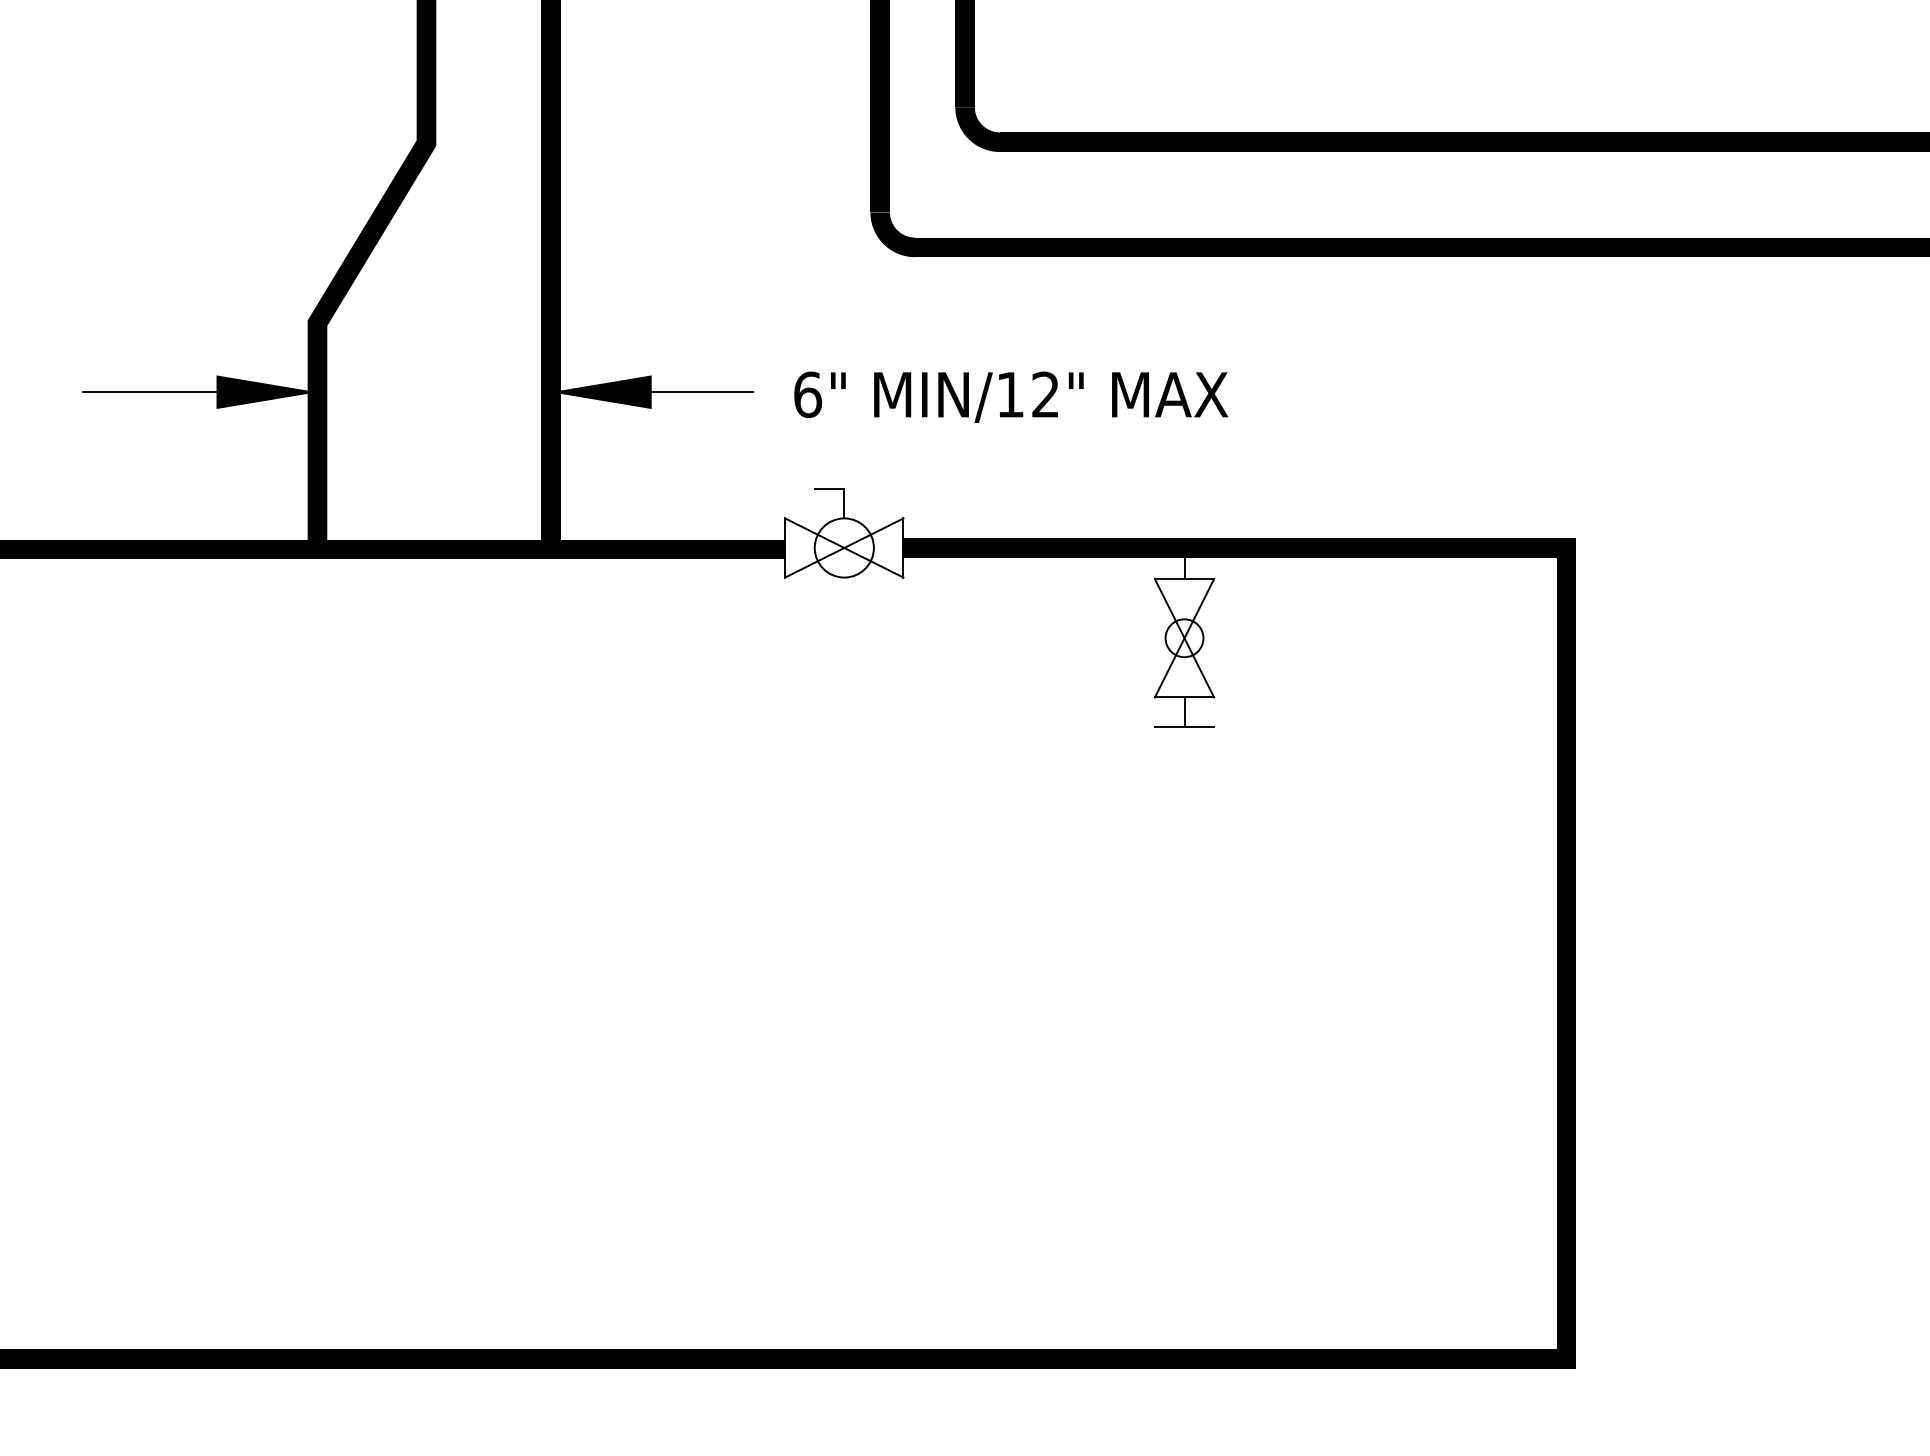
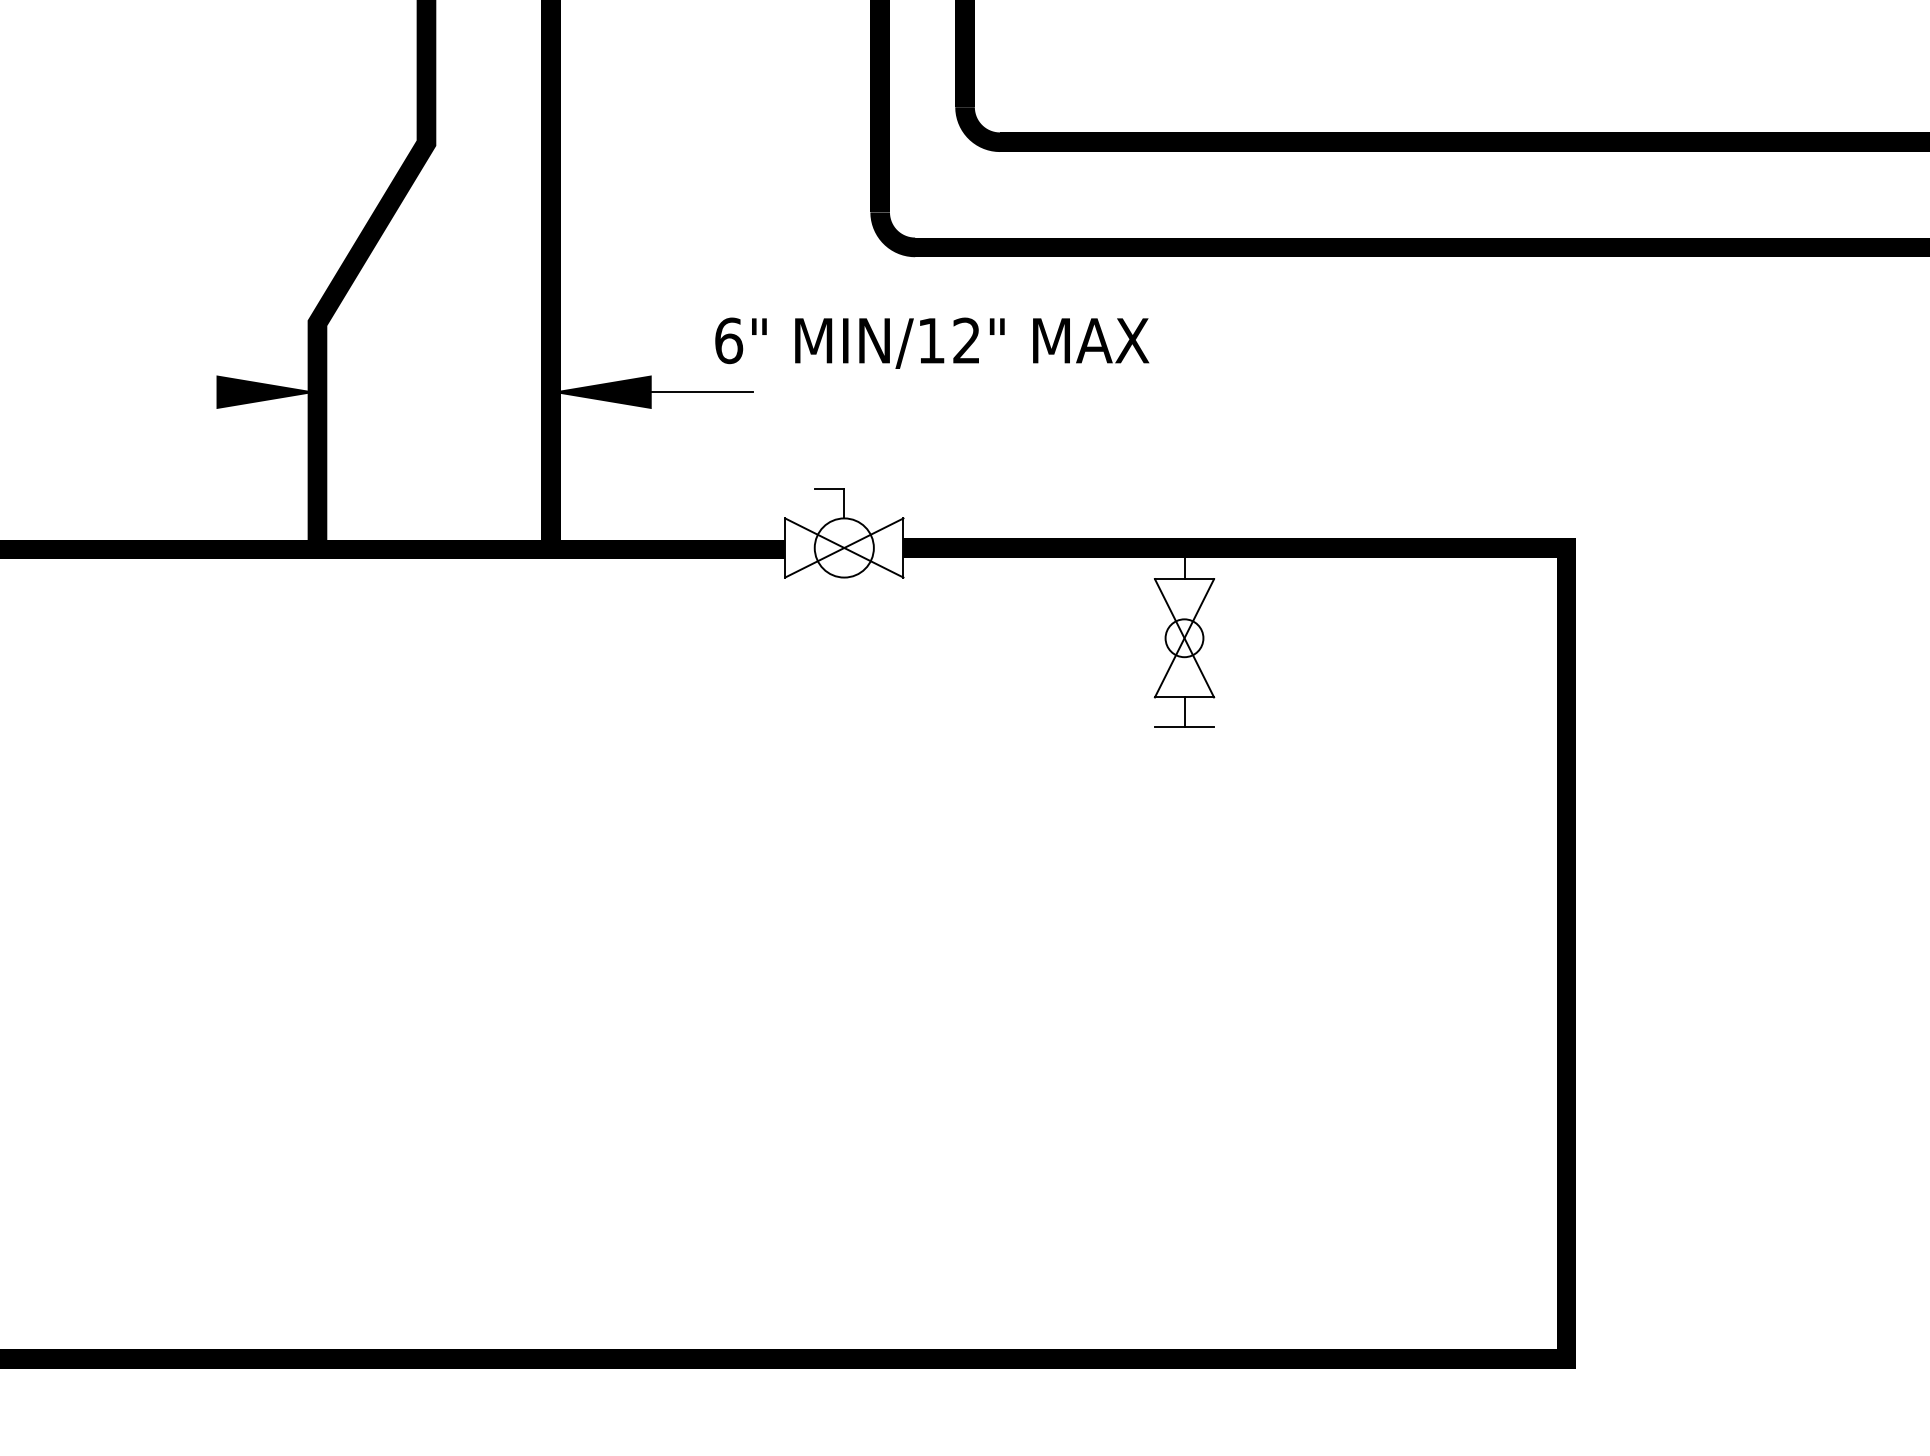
line at (149, 392): present -> none
text at (1011, 396) position: (1011, 396) -> (932, 342)
